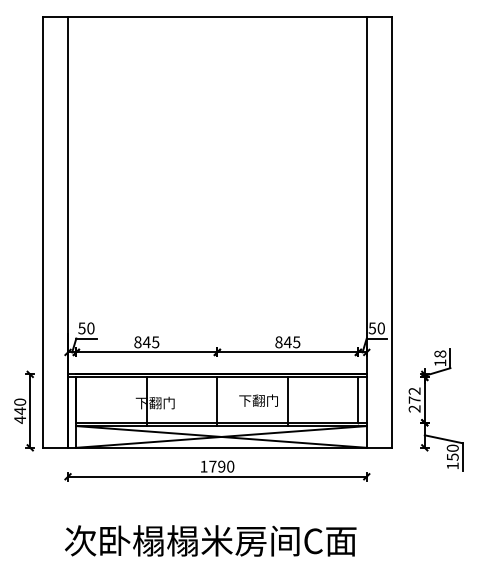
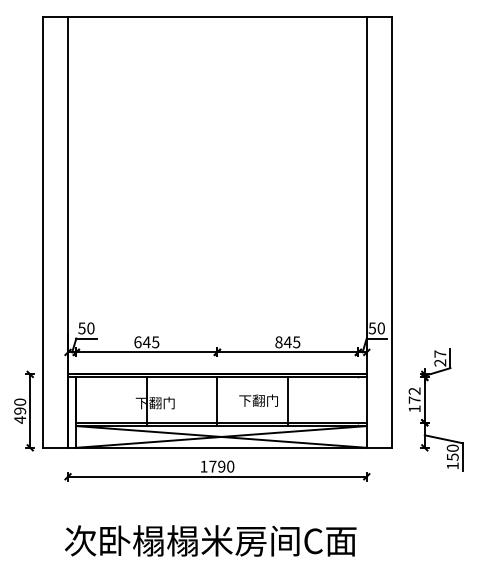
text at (137, 342): 845 -> 645
text at (440, 358): 18 -> 27
line at (358, 399): present -> none
text at (414, 408): 272 -> 172
text at (20, 411): 440 -> 490
